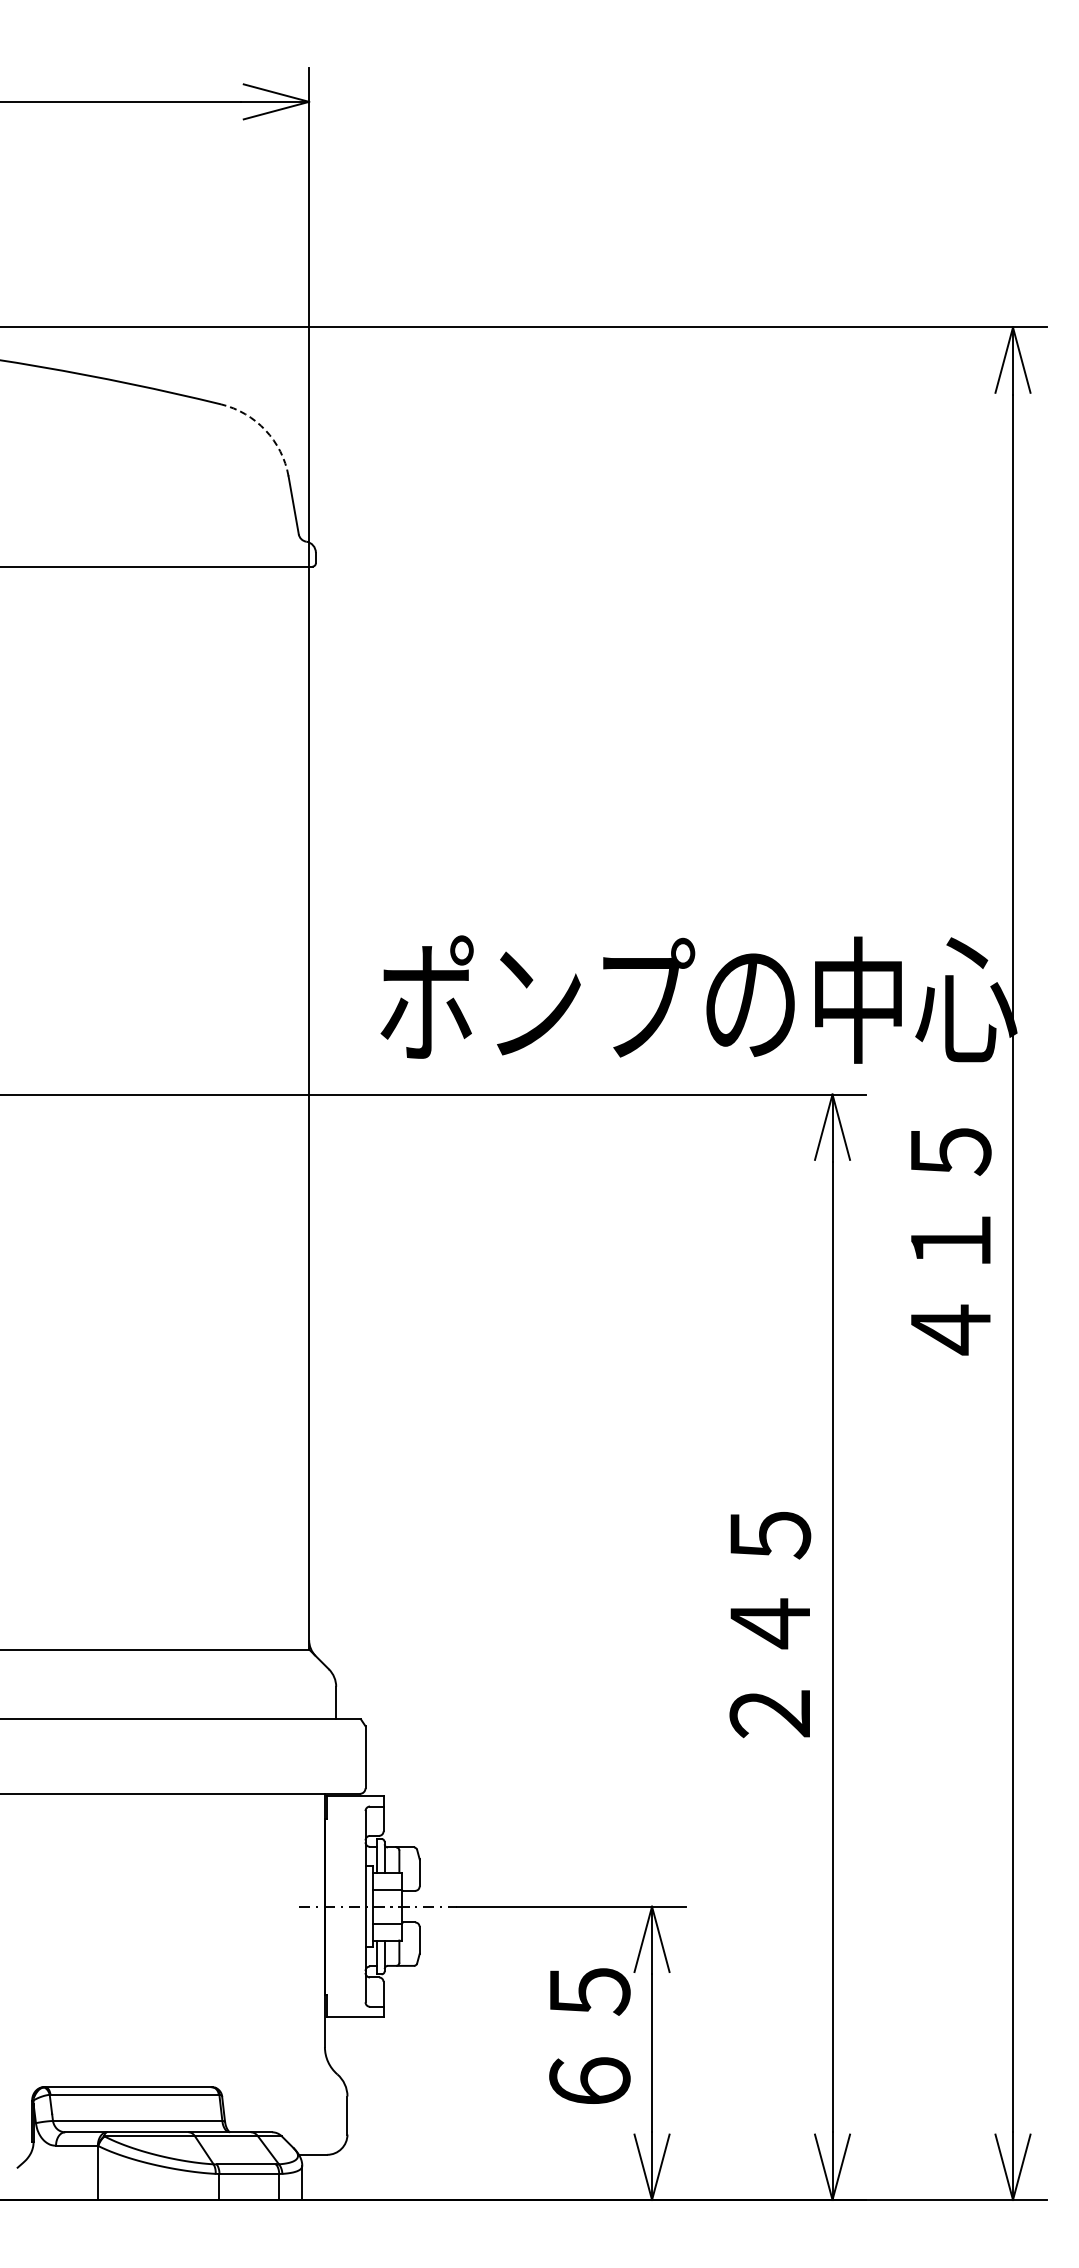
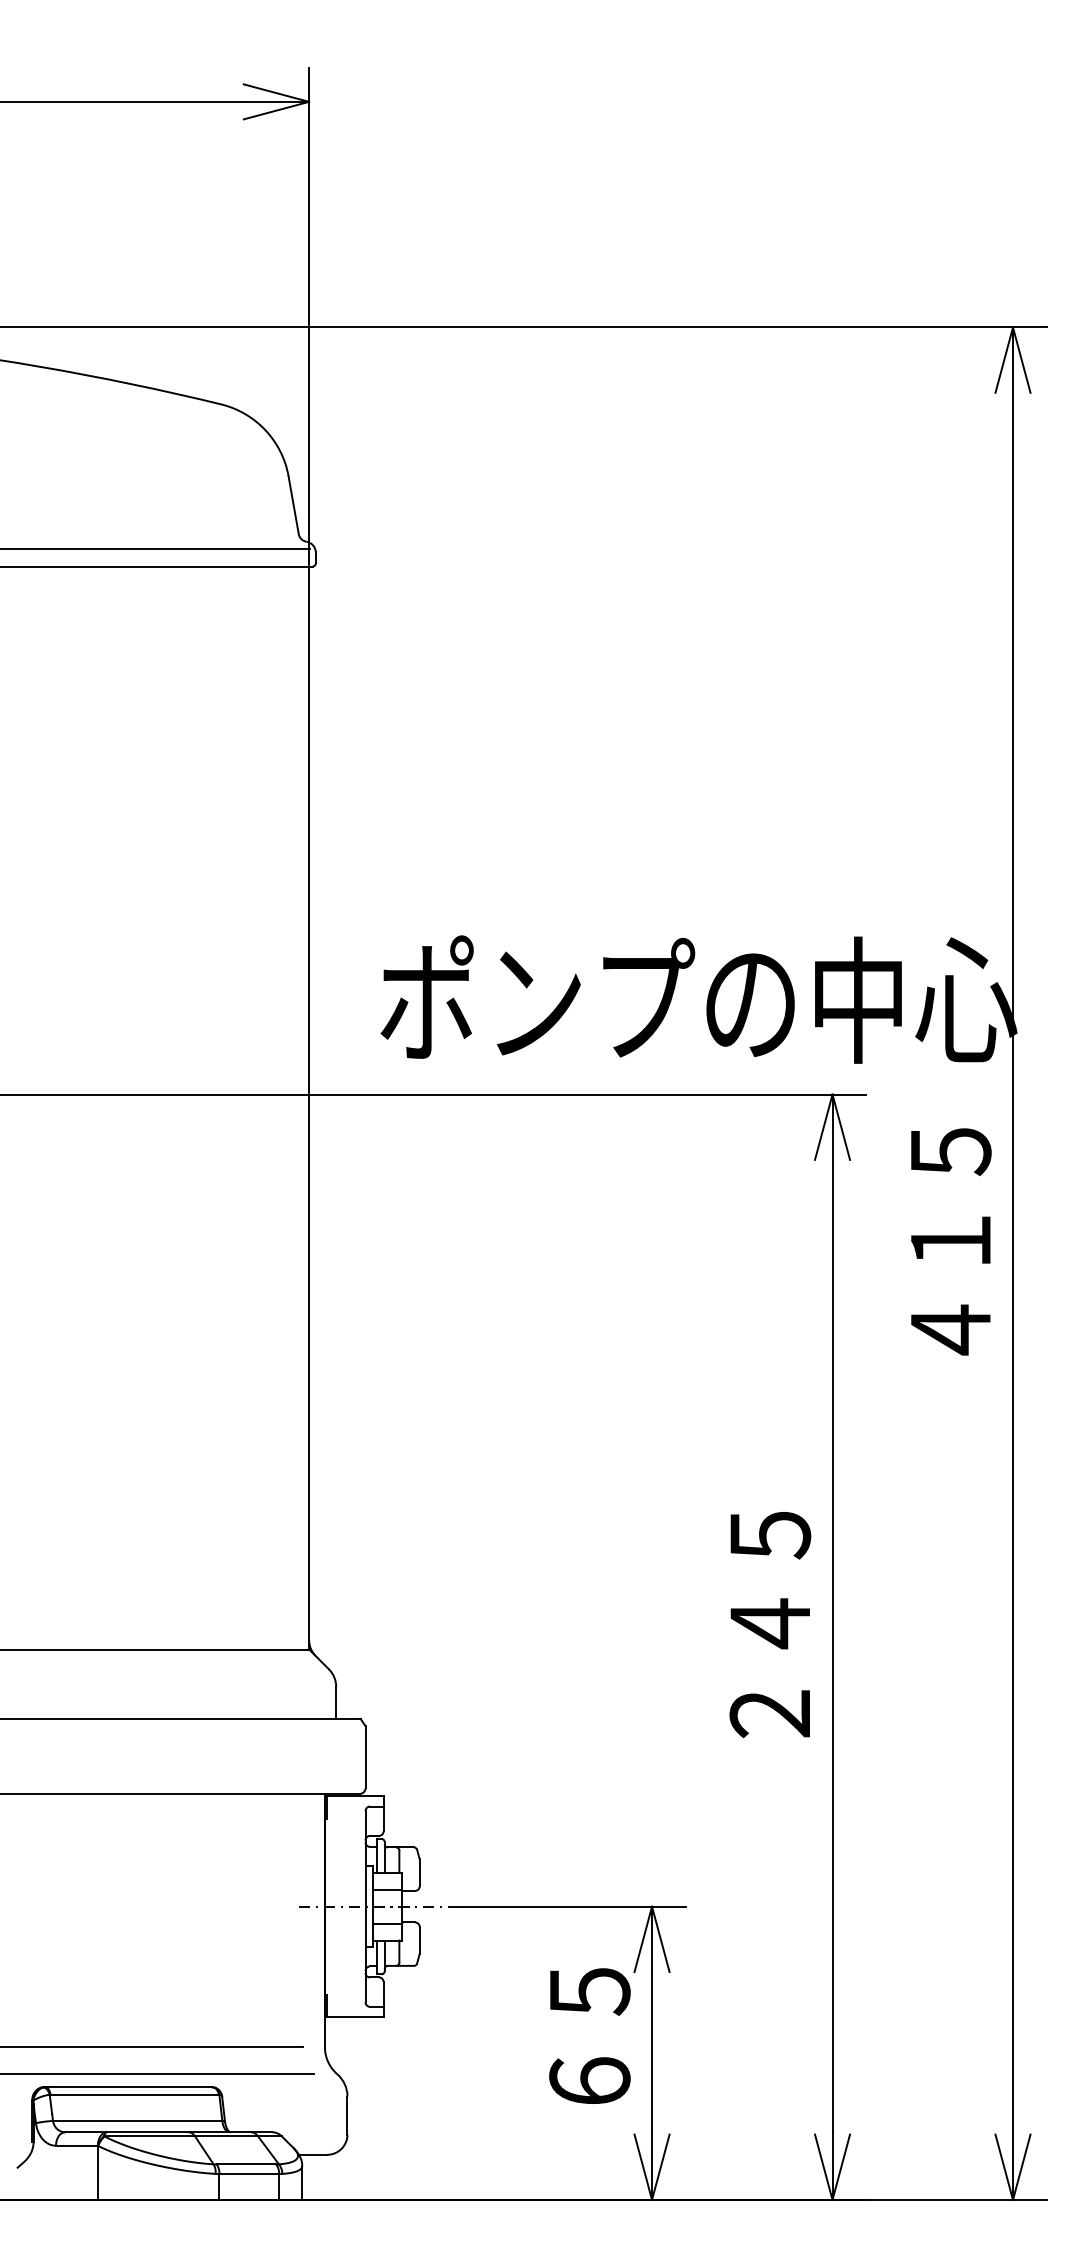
arc at (265, 430): dashed -> solid
line at (156, 548): none -> present
line at (152, 2047): none -> present
line at (158, 2074): none -> present
